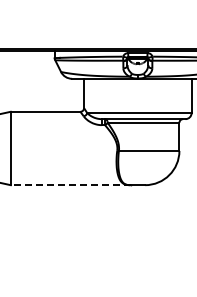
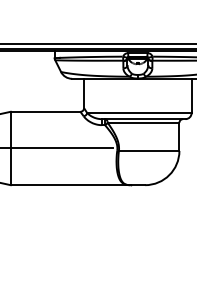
line at (97, 44): none -> present
line at (57, 148): none -> present
line at (70, 185): dashed -> solid
